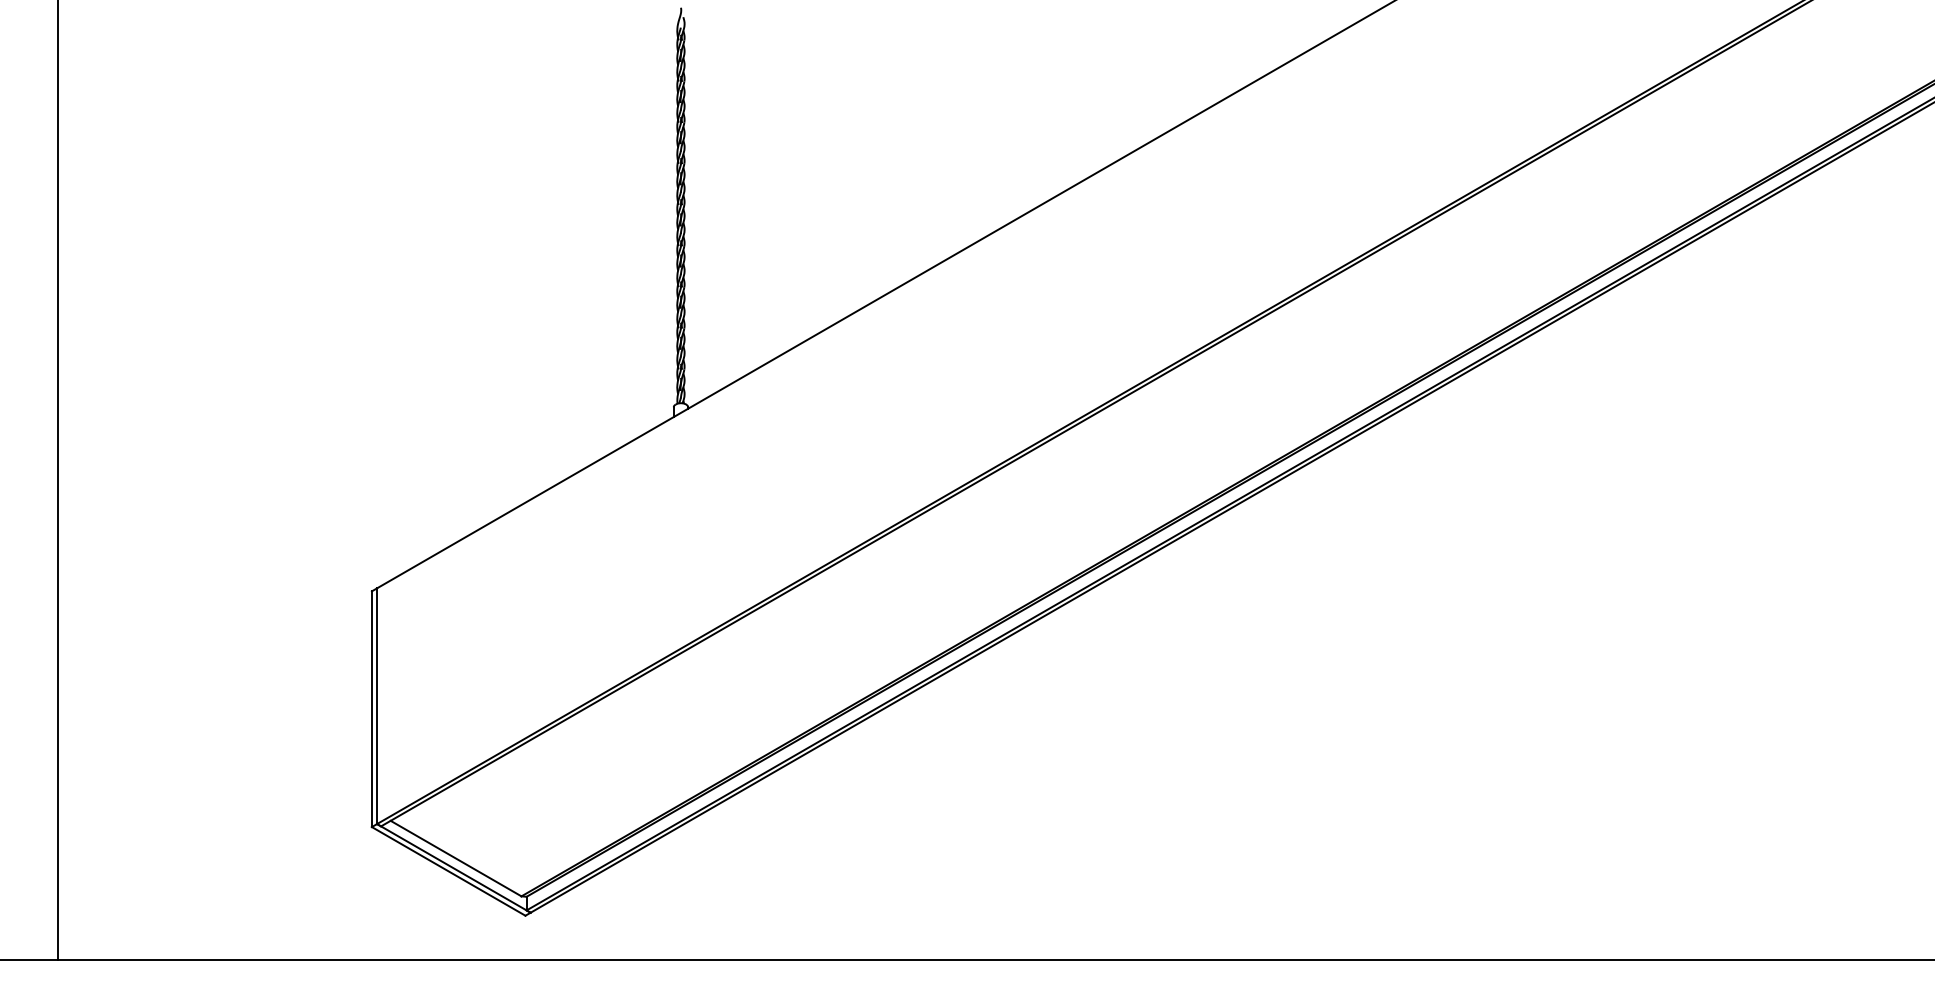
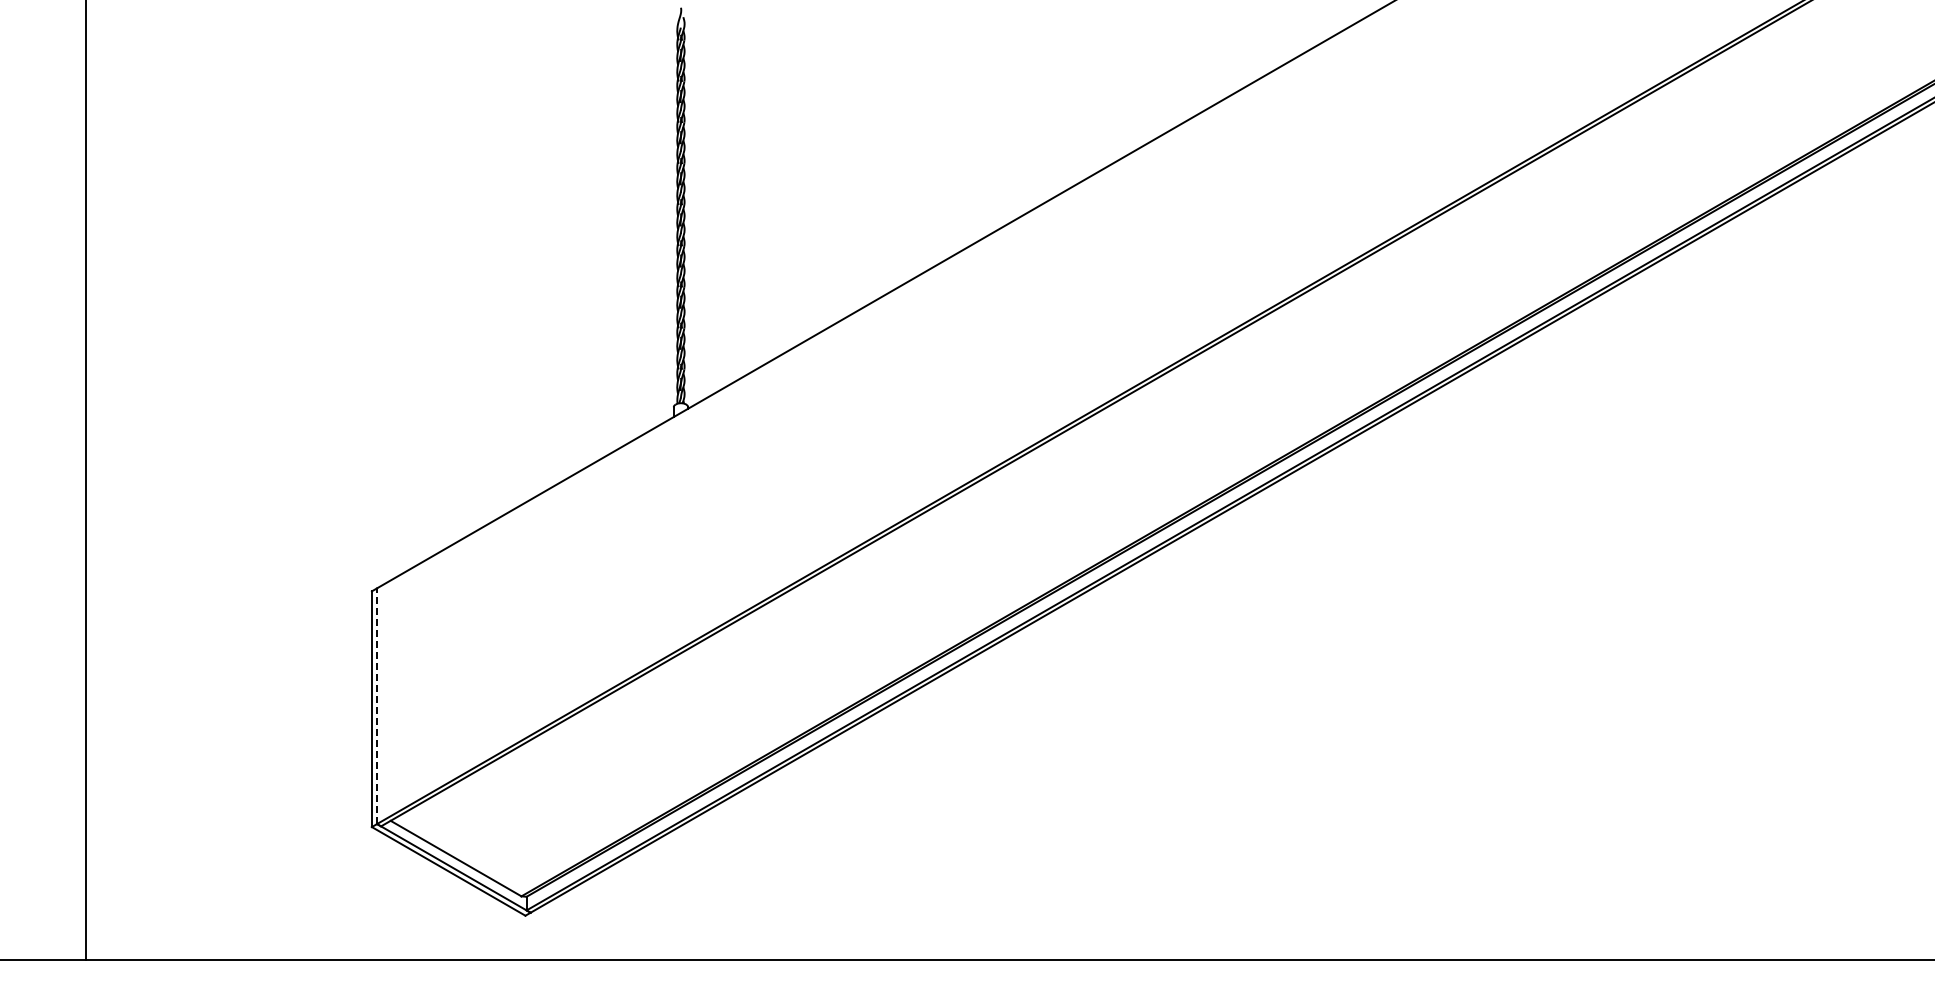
line at (58, 481) position: (58, 481) -> (86, 481)
line at (377, 706): solid -> dashed
